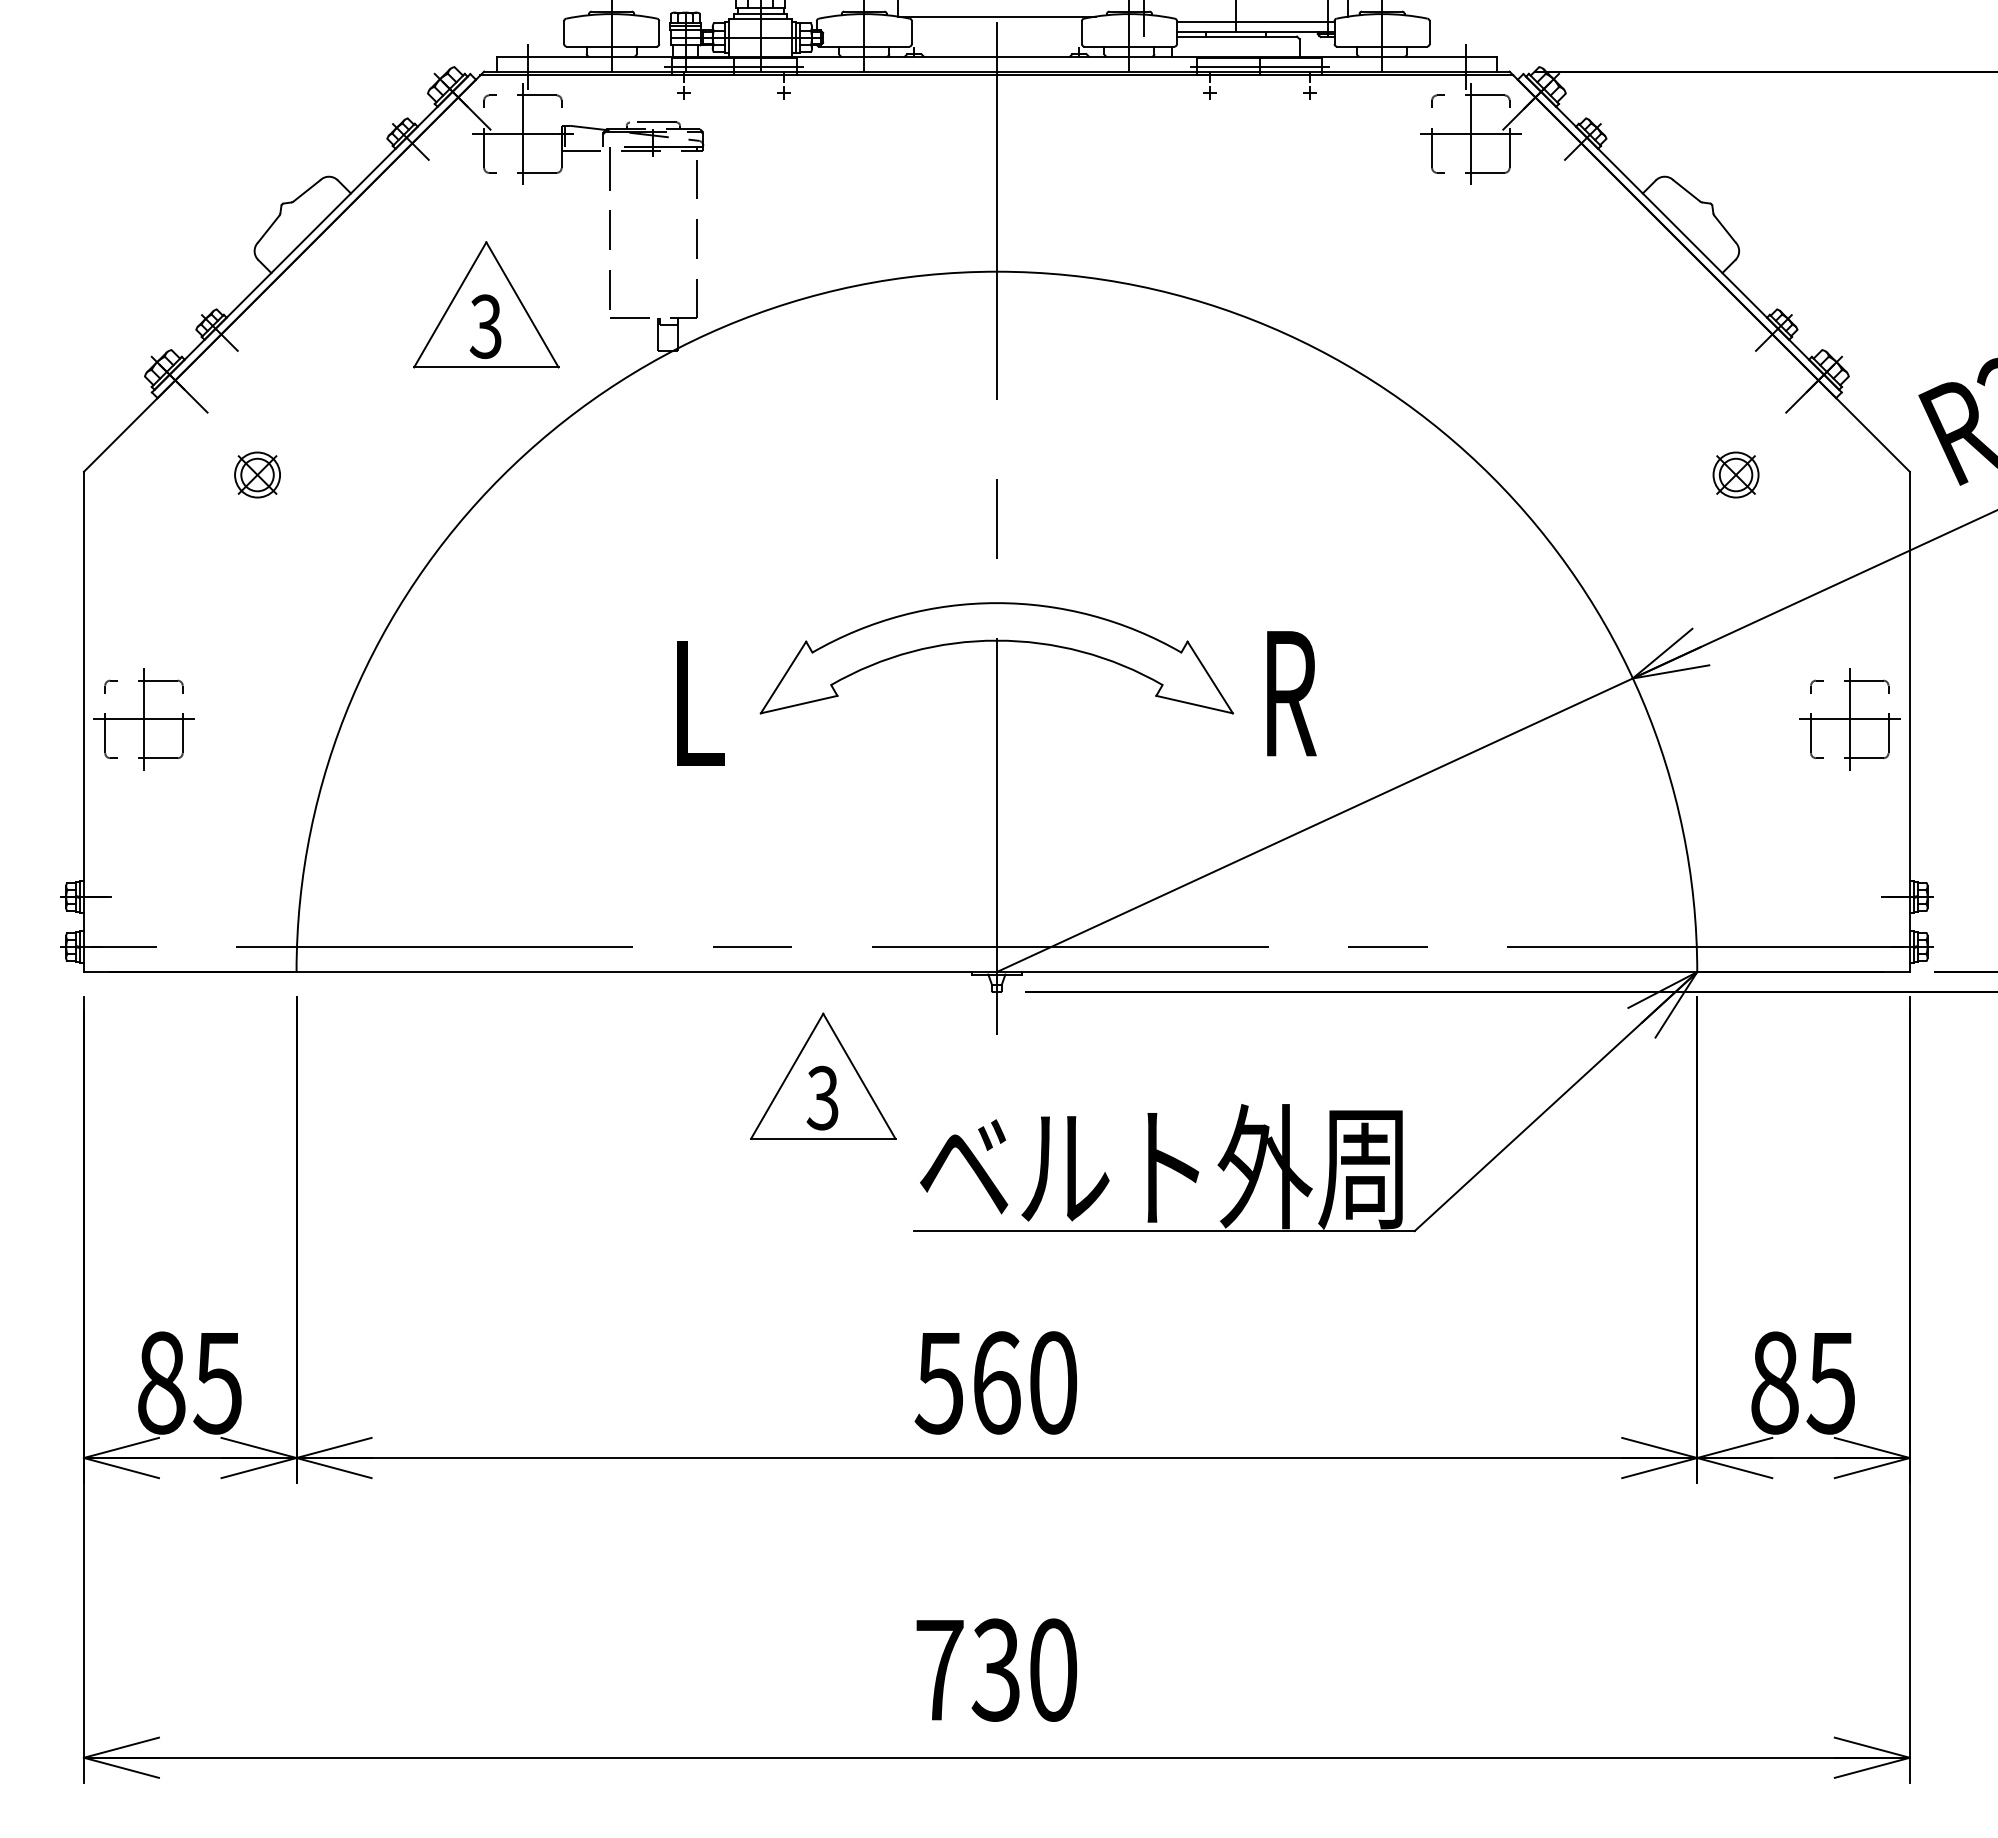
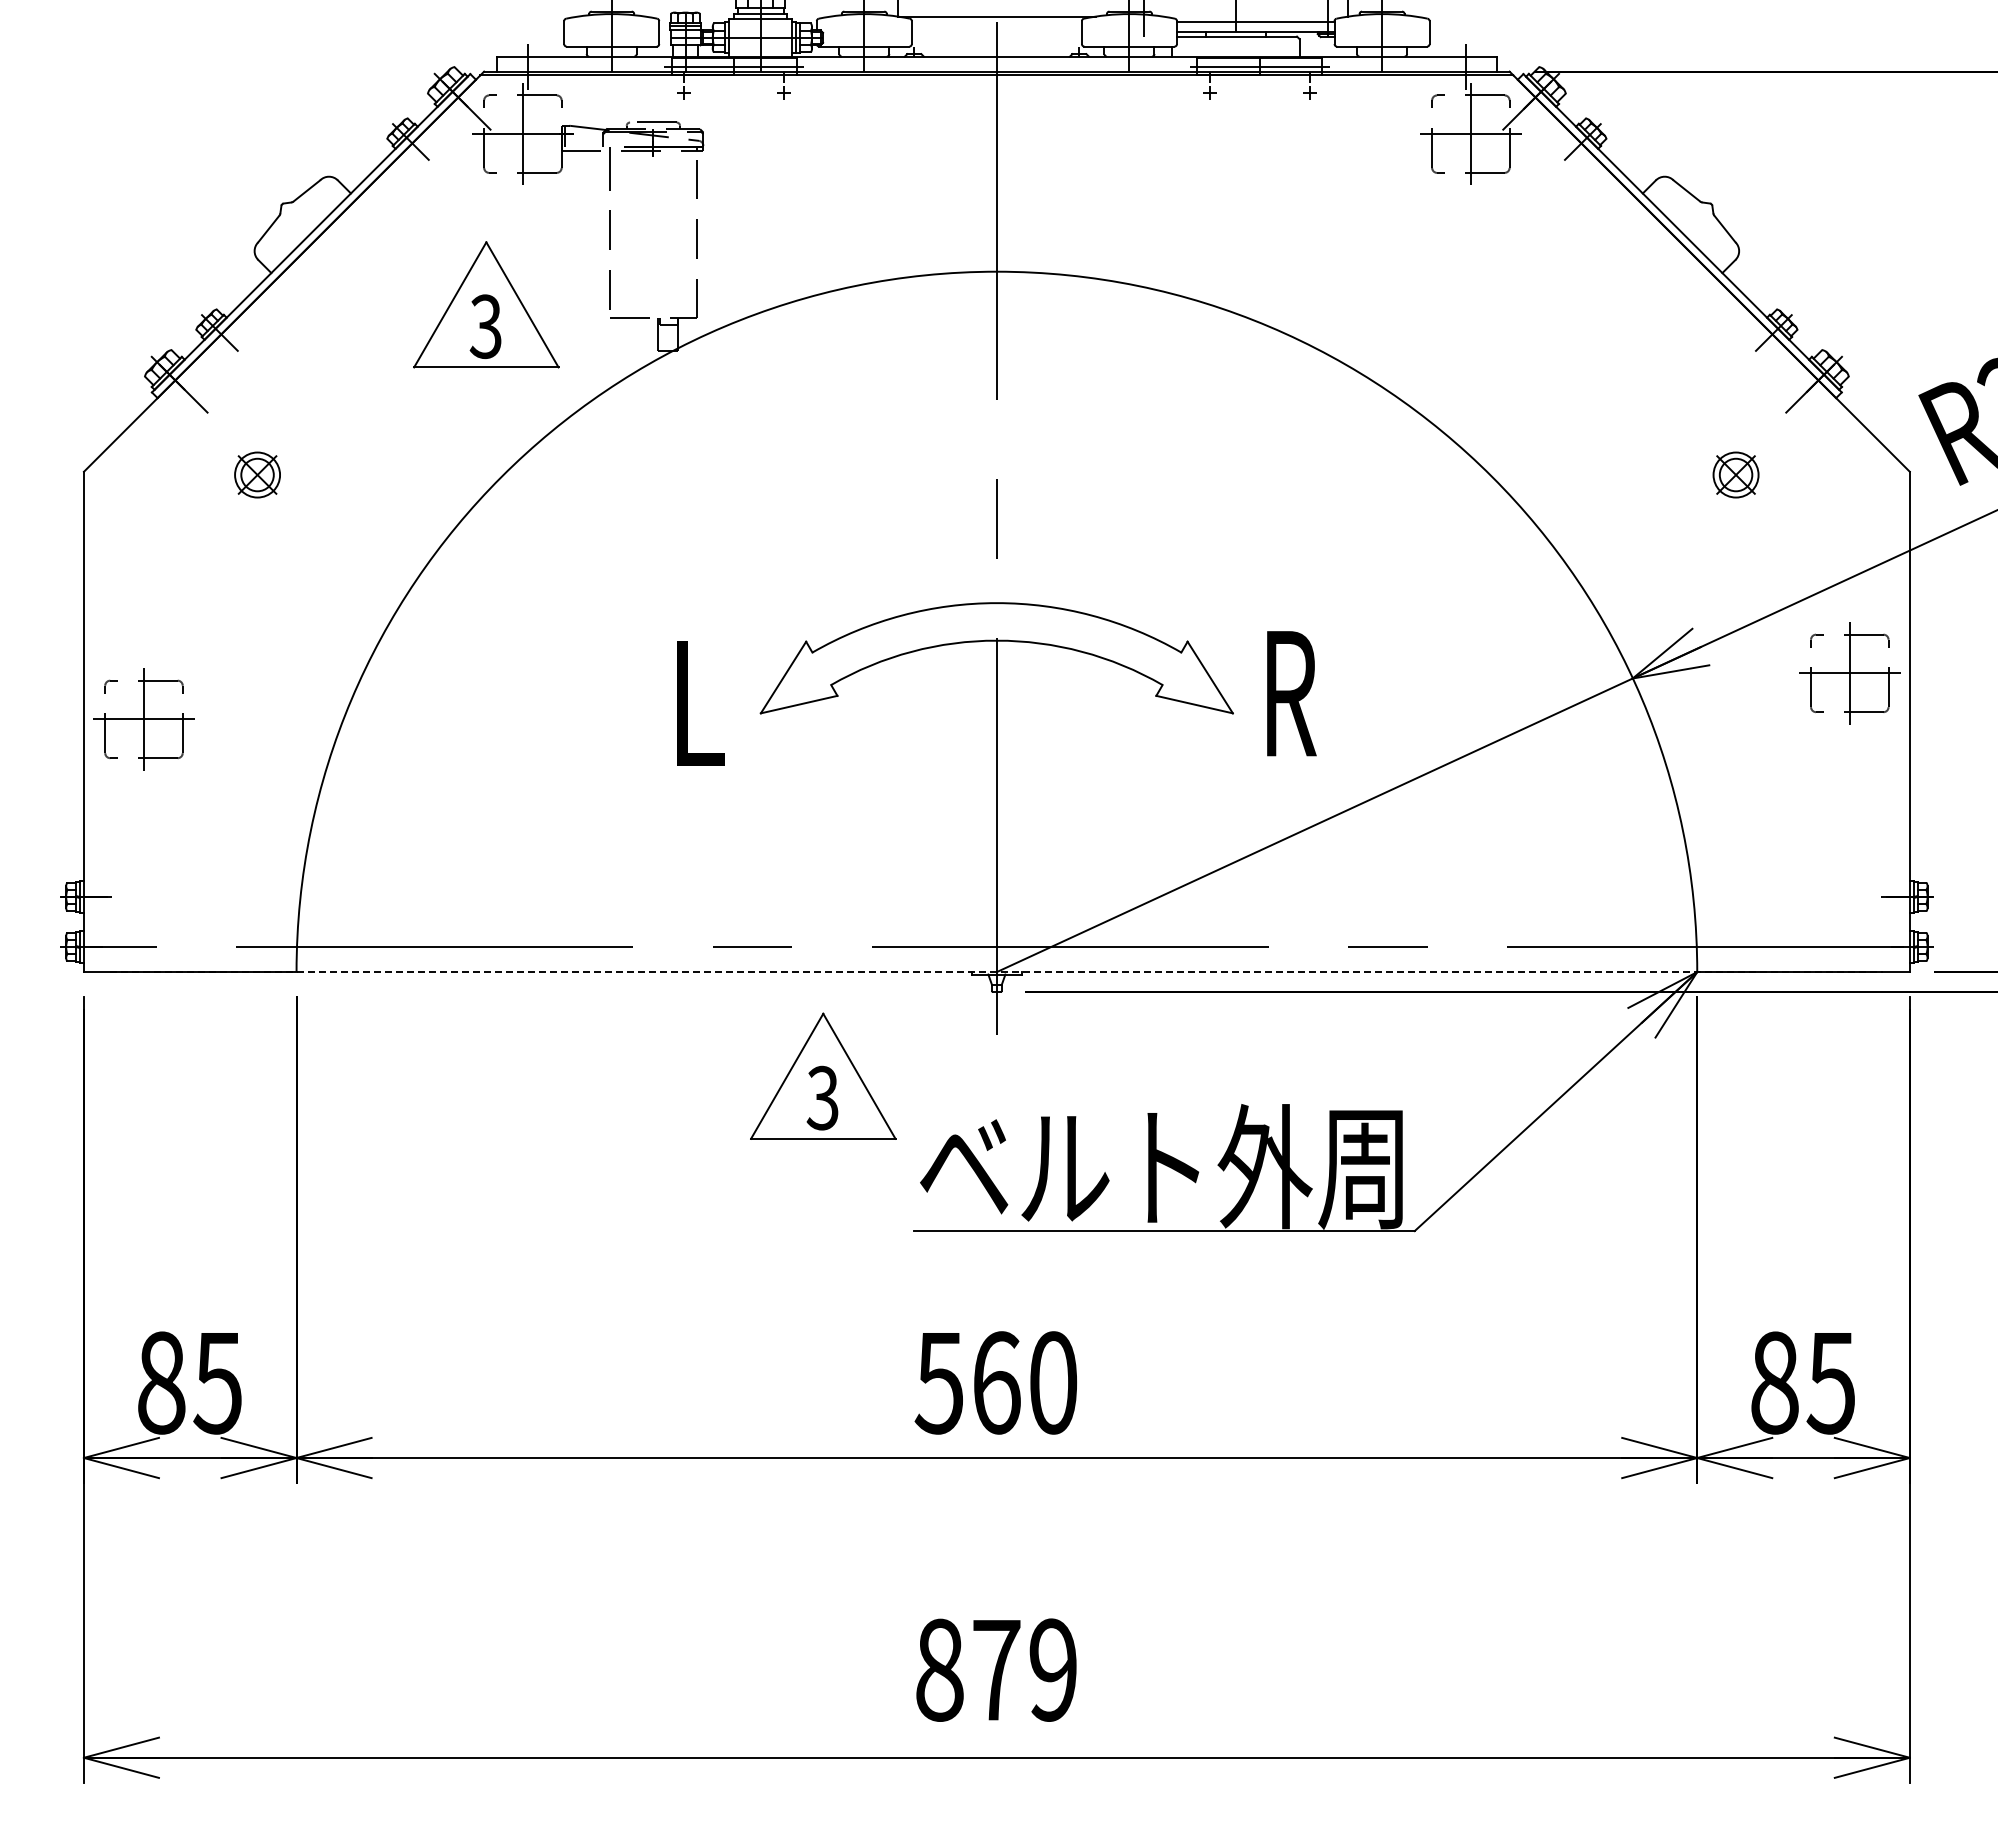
part at (1849, 719) position: (1849, 719) -> (1849, 673)
line at (996, 972): solid -> dashed
text at (996, 1669): 730 -> 879
